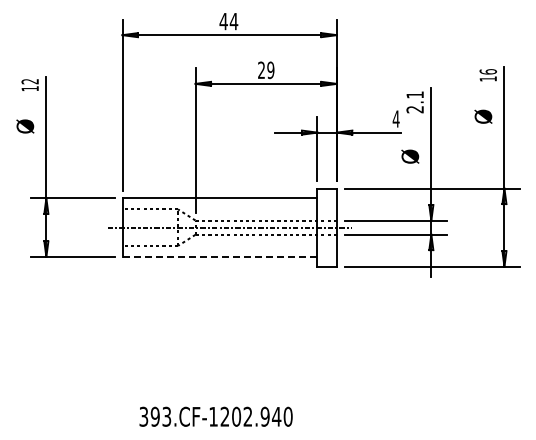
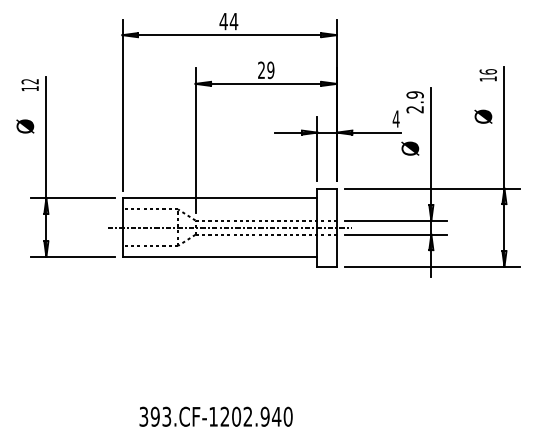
text at (414, 94): 2.1 -> 2.9
text at (410, 156) position: (410, 156) -> (410, 148)
line at (220, 256): dashed -> solid
